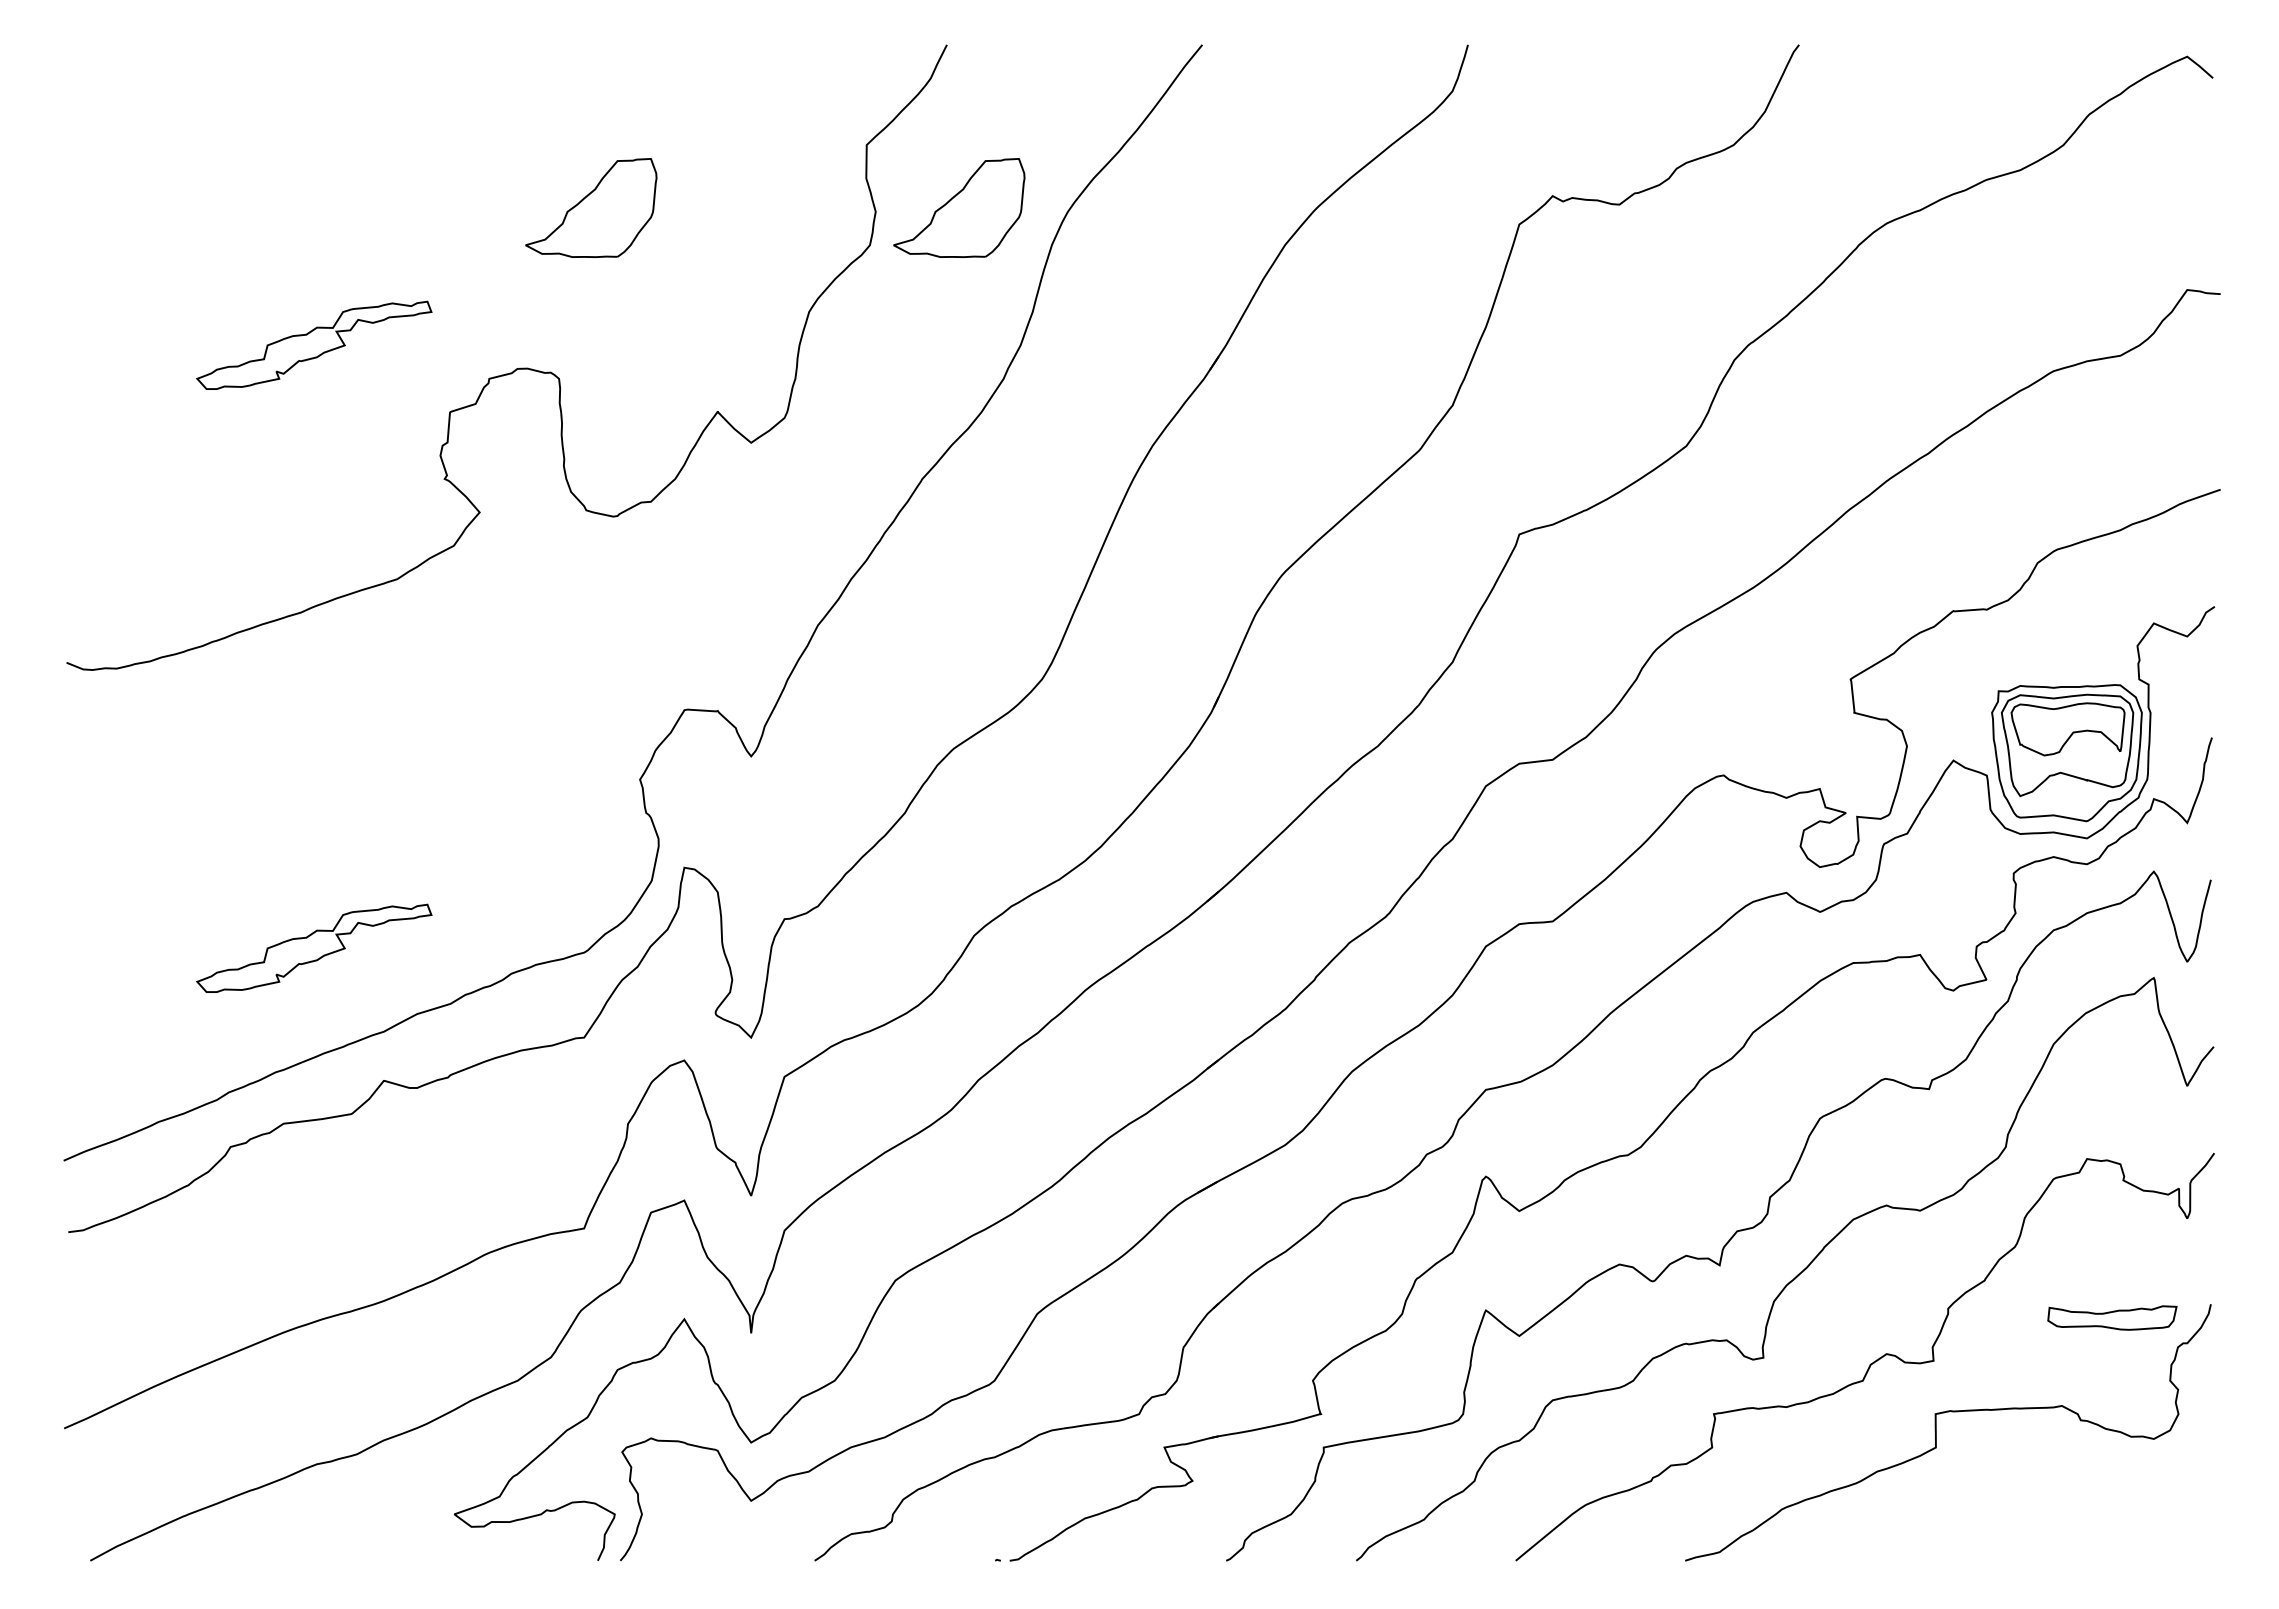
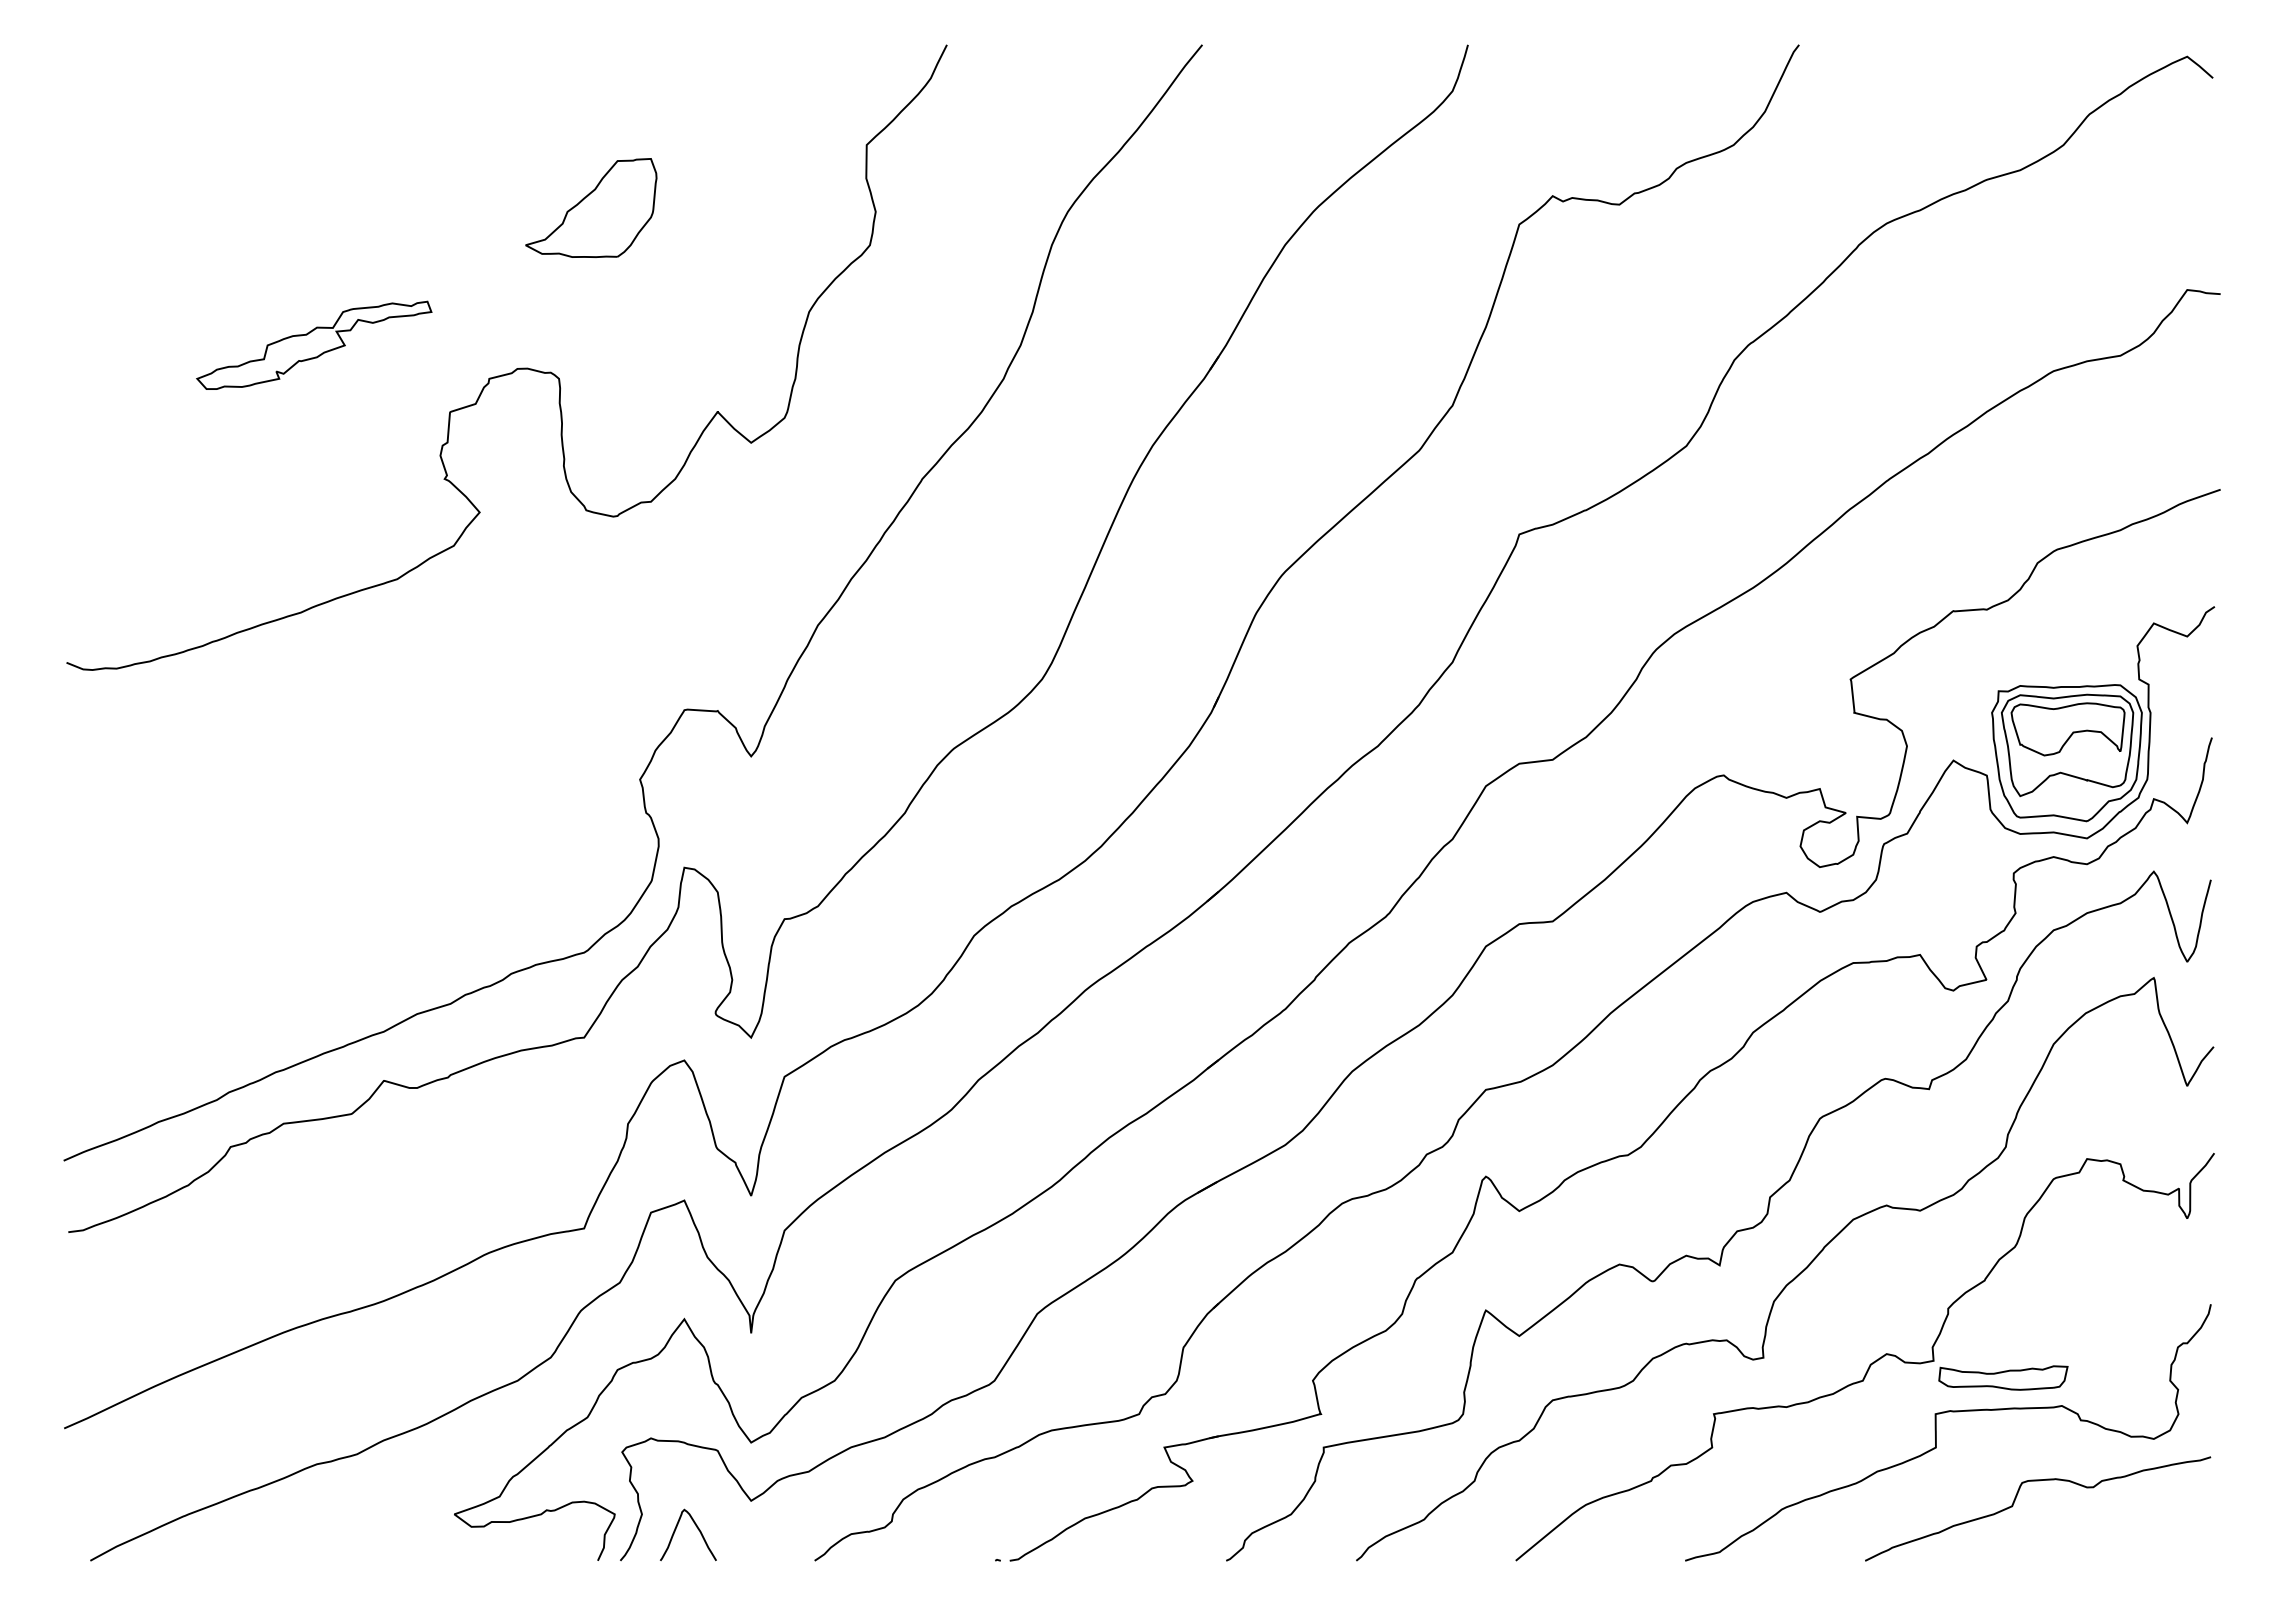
part at (959, 207): present -> none
part at (314, 947): present -> none
part at (2112, 1317) position: (2112, 1317) -> (2003, 1377)
curve at (2015, 1501): none -> present
curve at (697, 1529): none -> present
